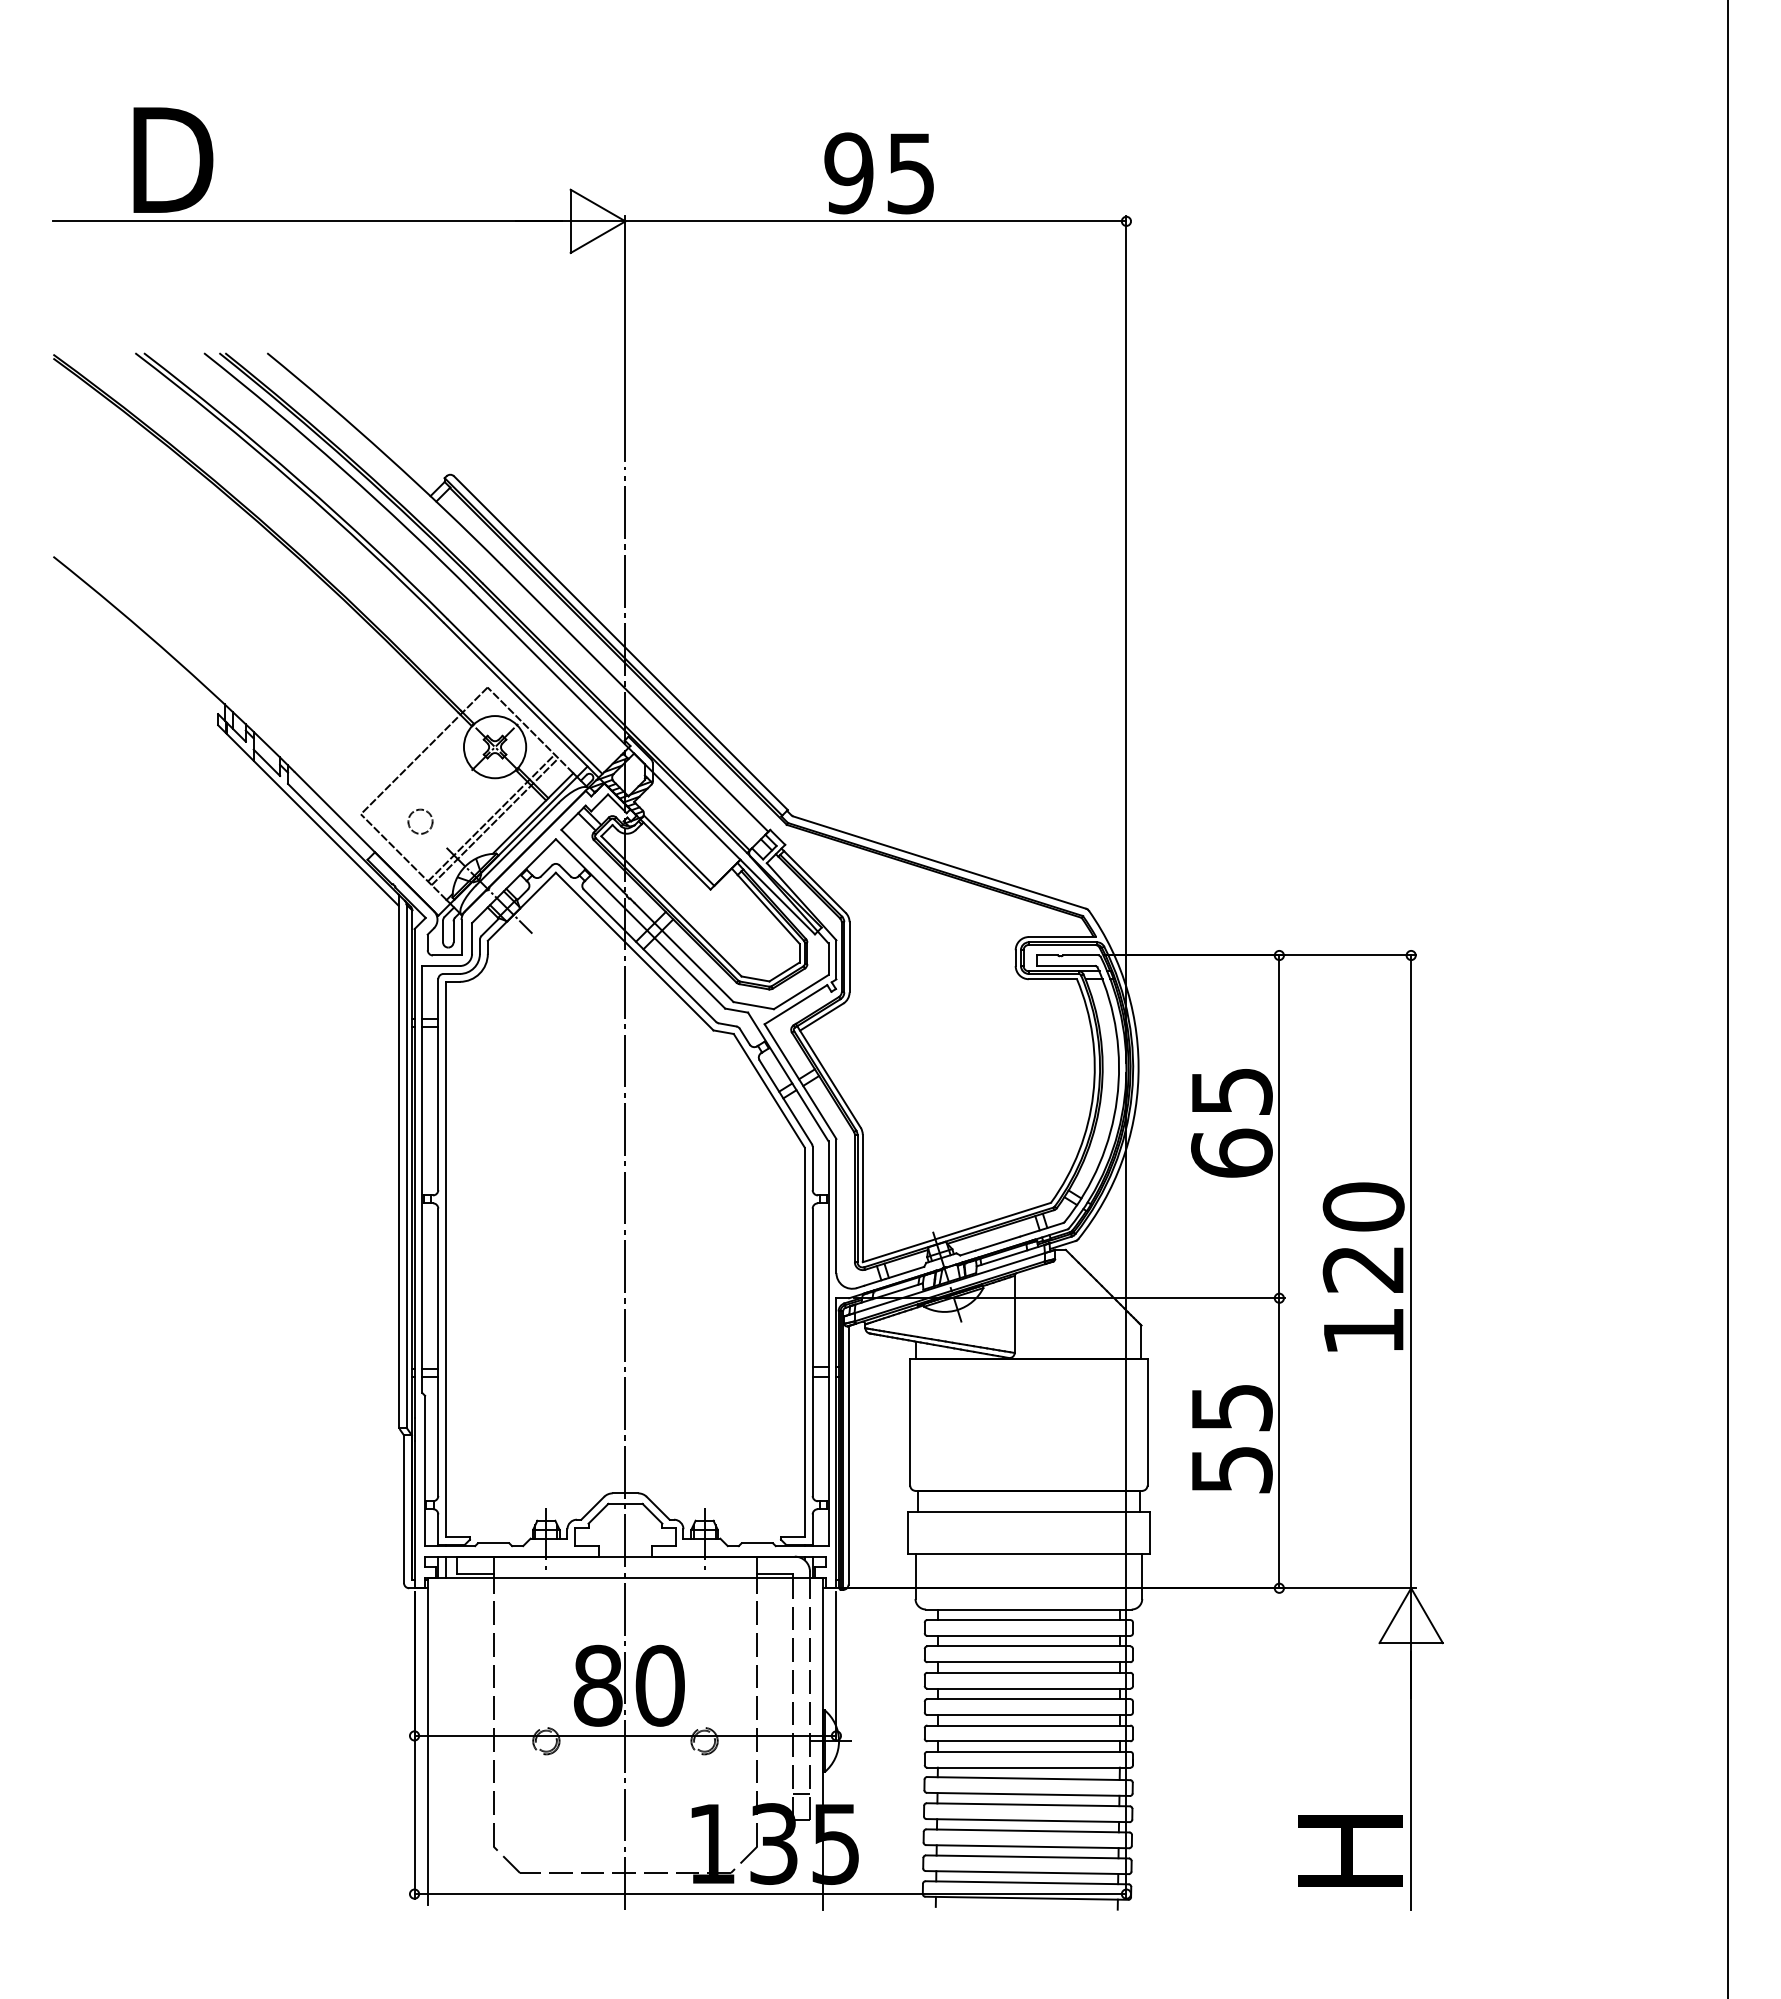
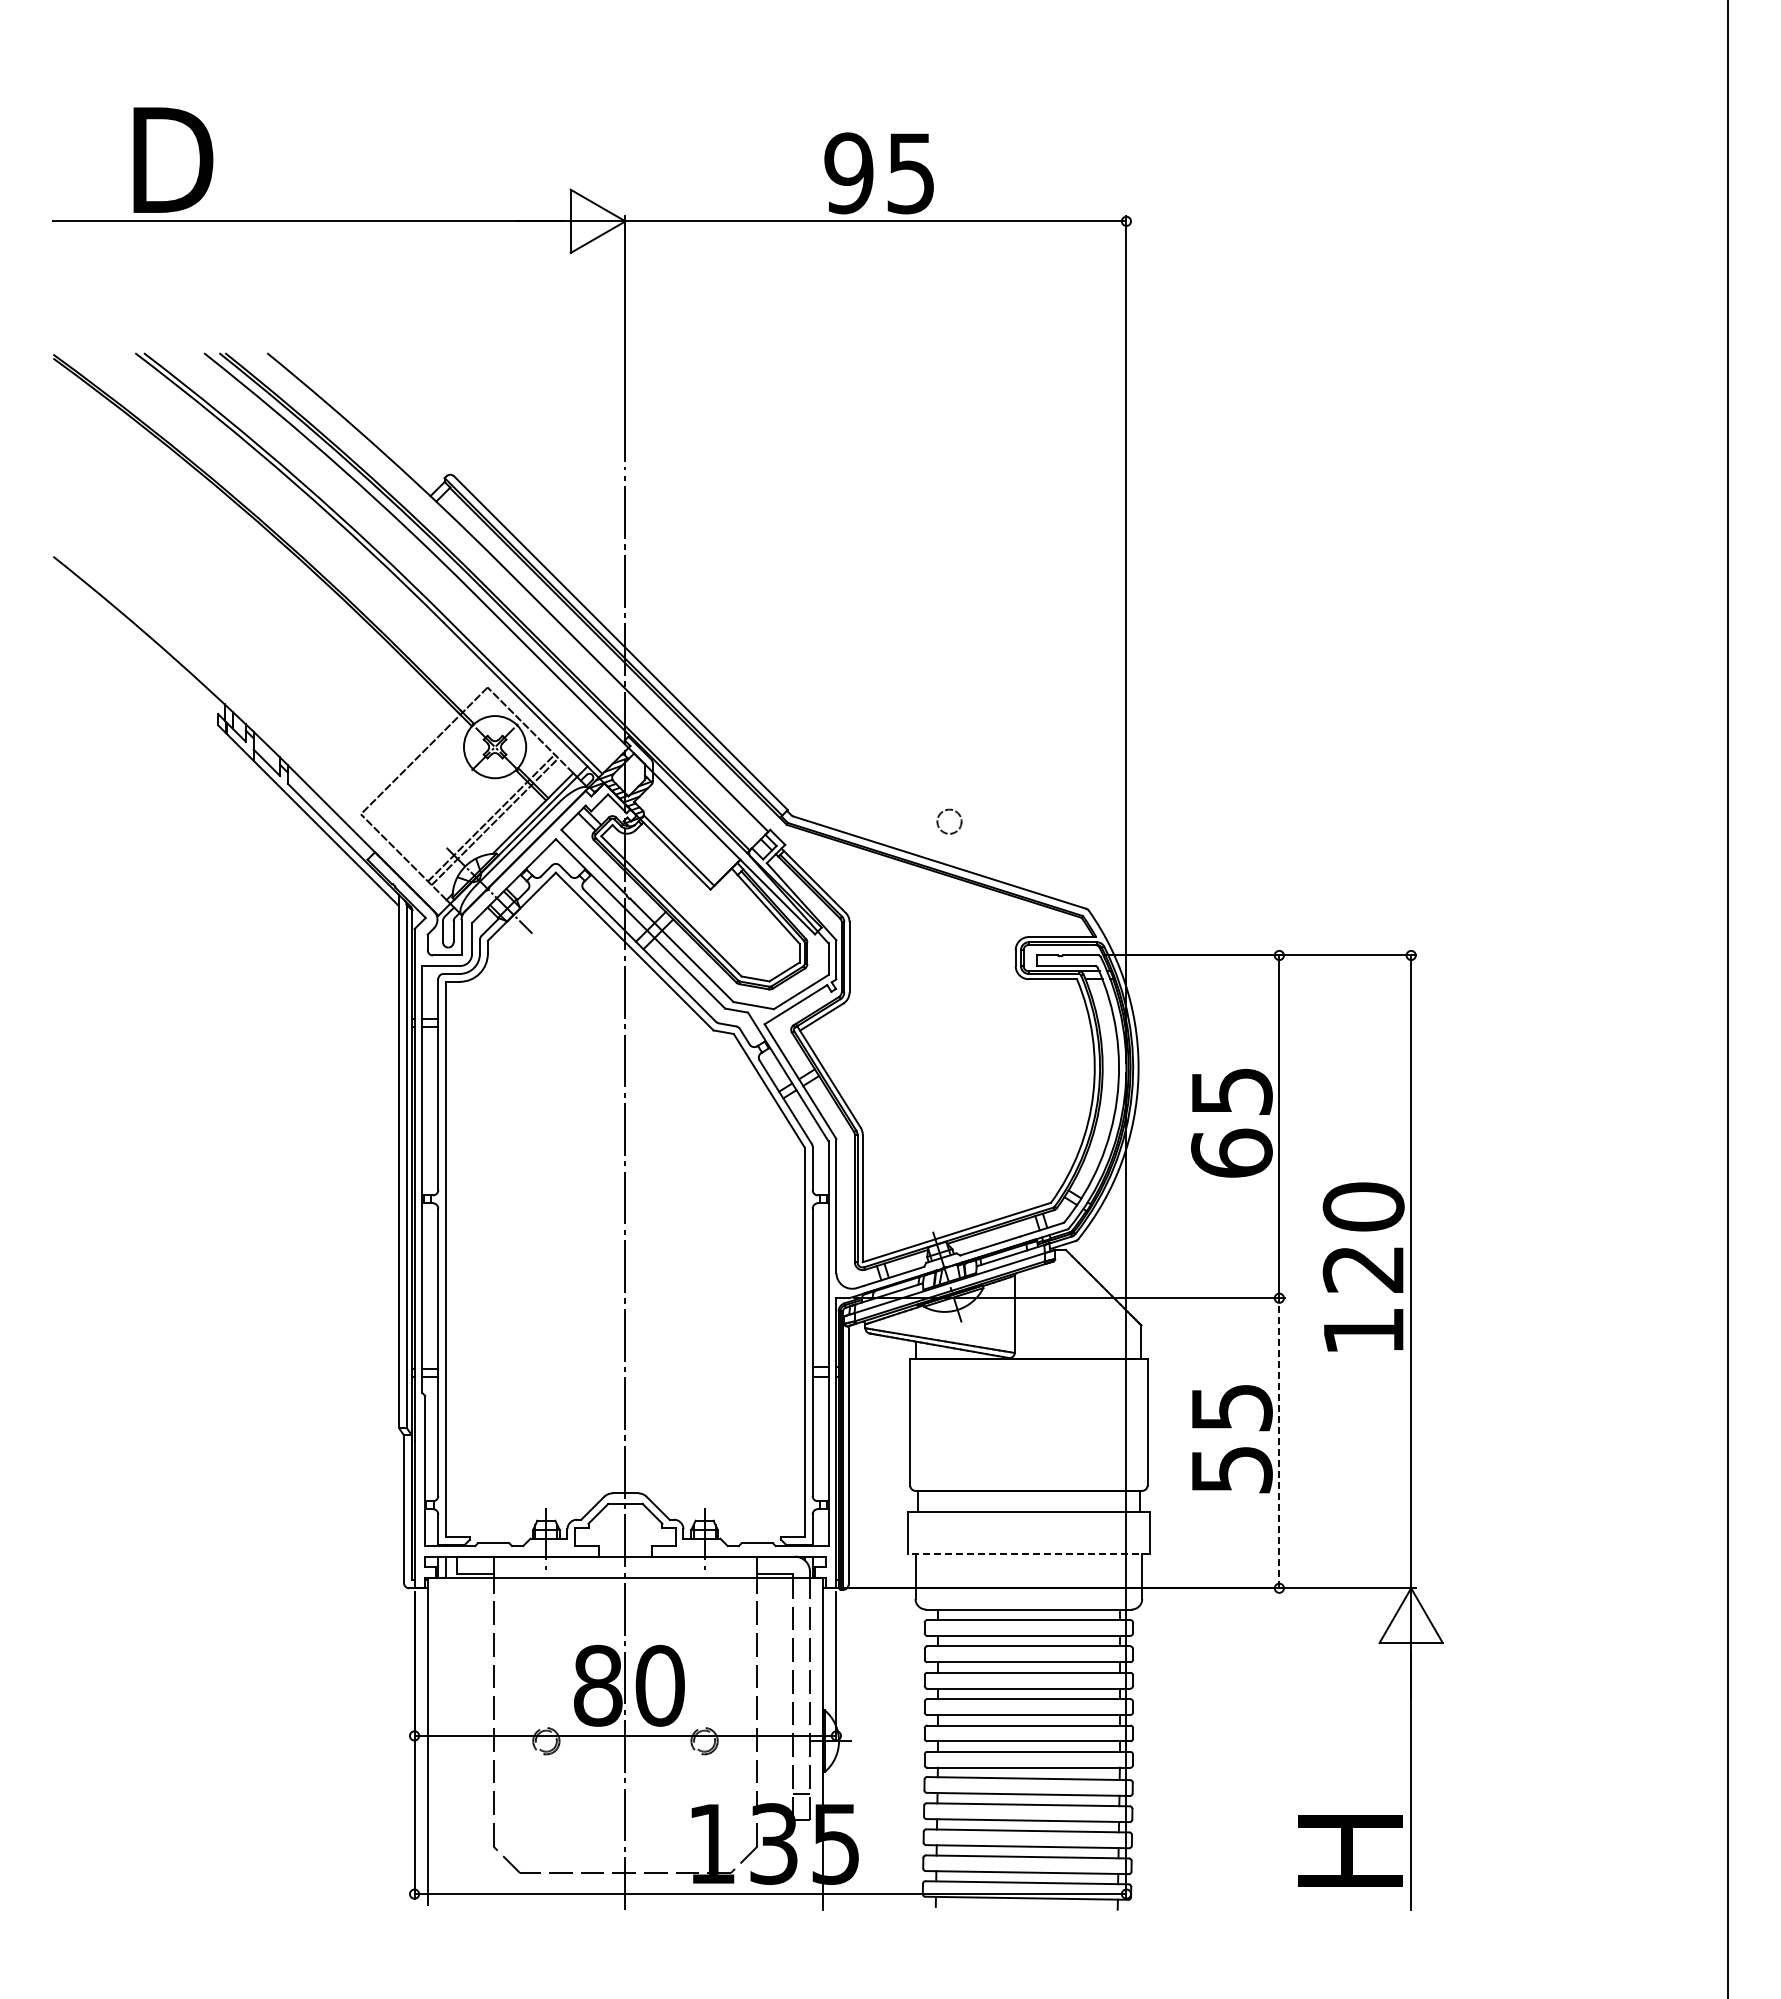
circle at (420, 821) position: (420, 821) -> (949, 821)
line at (1279, 1442): solid -> dashed
line at (1028, 1554): solid -> dashed
